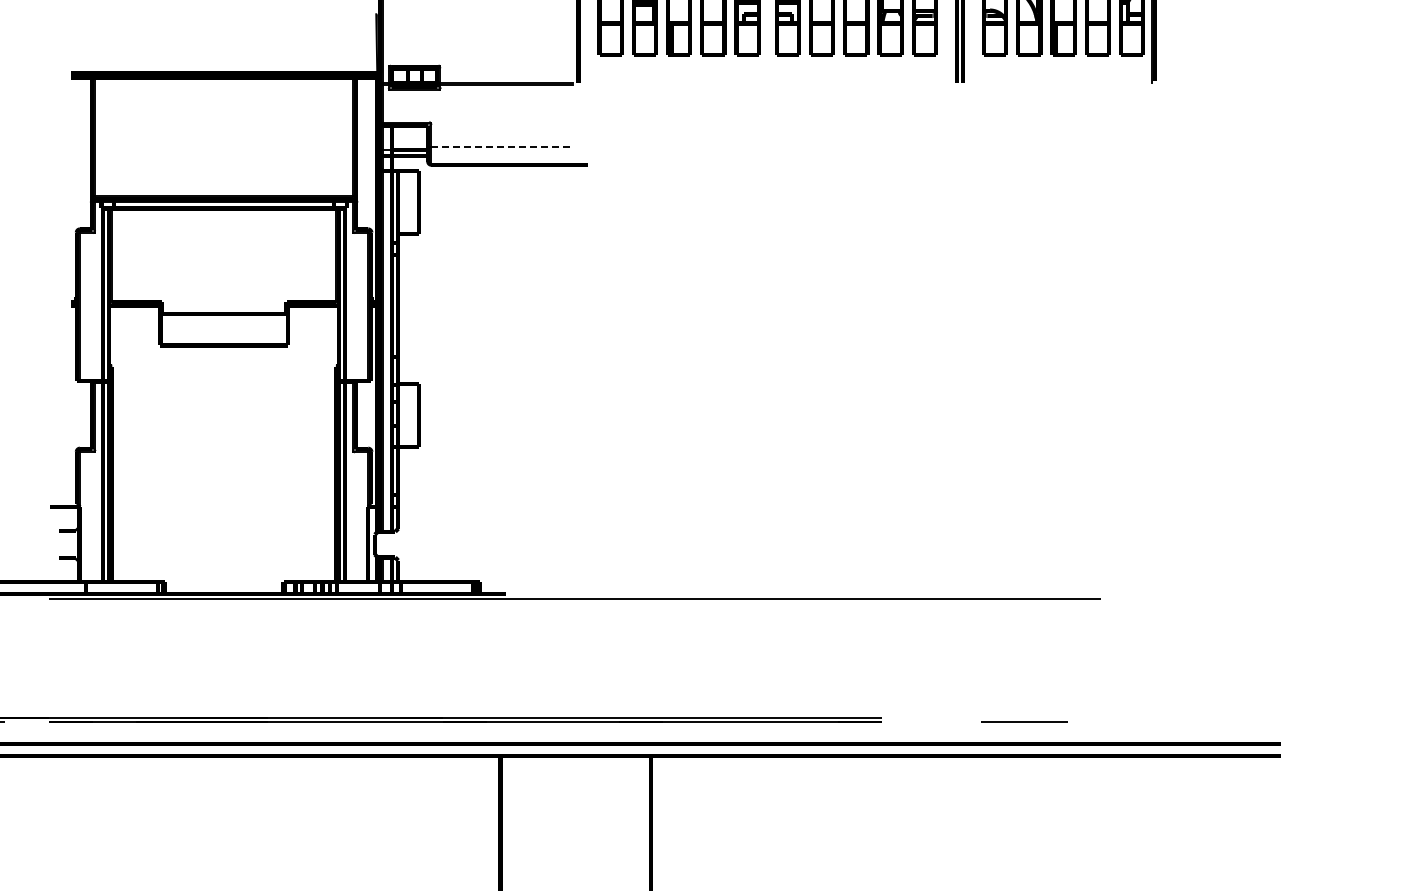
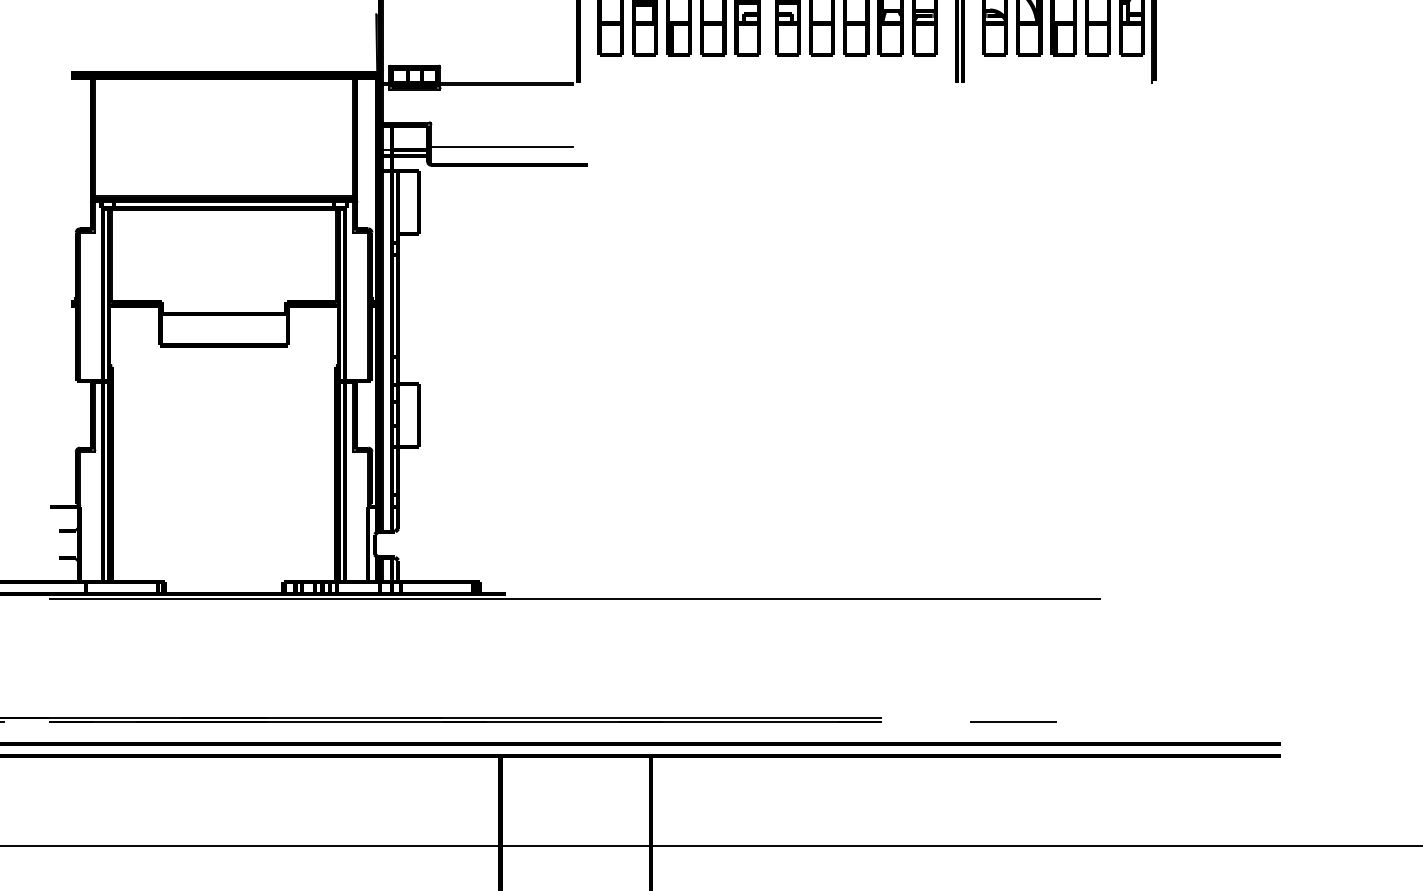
line at (501, 146): dashed -> solid
line at (1024, 721) position: (1024, 721) -> (1013, 721)
line at (710, 846): none -> present
